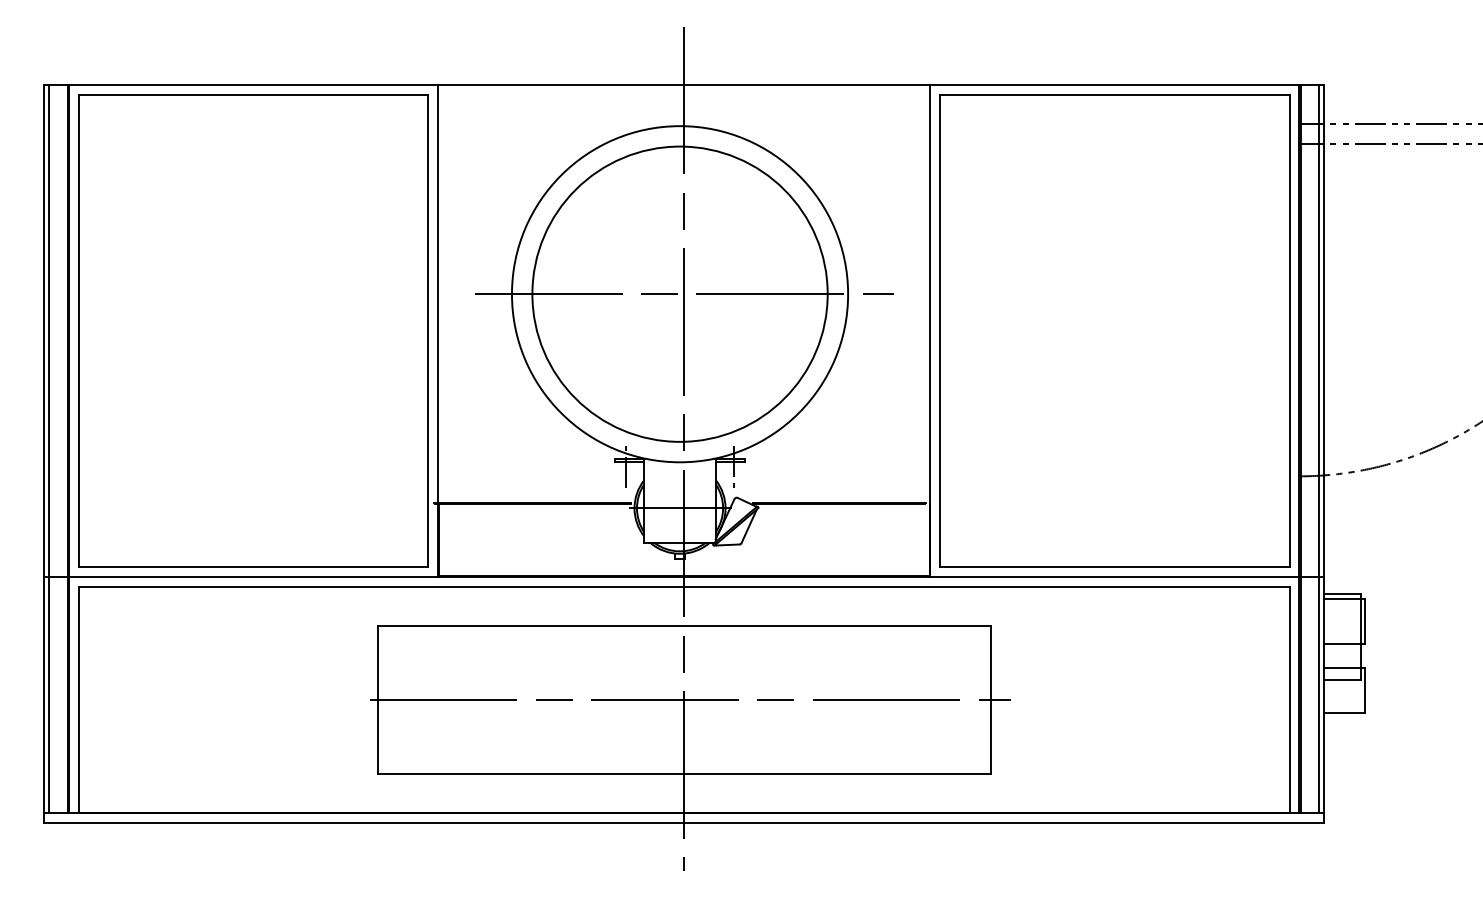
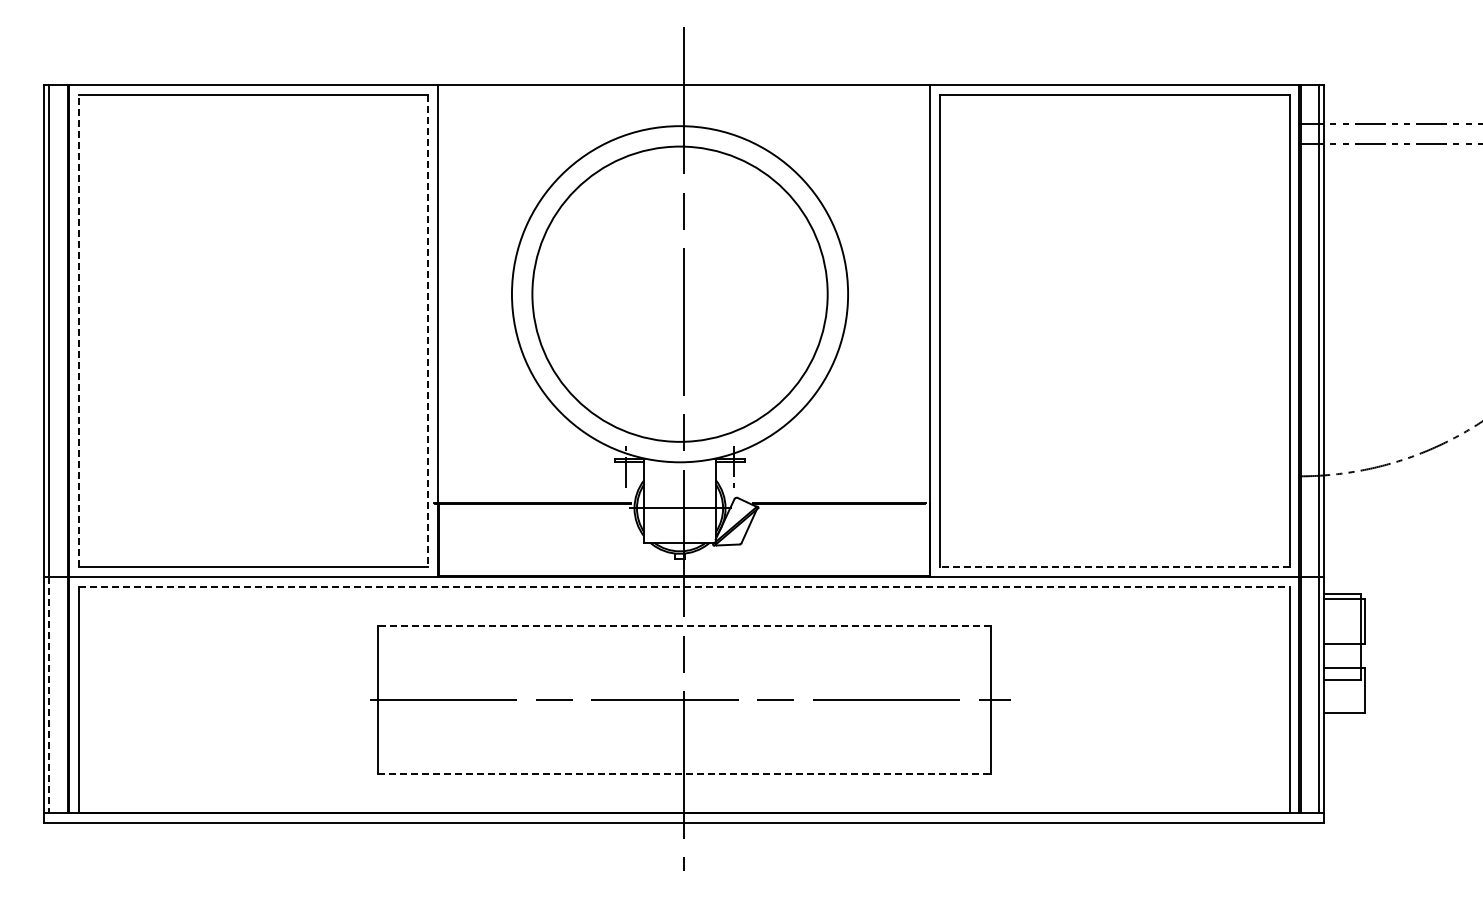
line at (684, 294): present -> none
line at (78, 330): solid -> dashed
line at (428, 331): solid -> dashed
line at (1114, 567): solid -> dashed
line at (684, 587): solid -> dashed
line at (683, 626): solid -> dashed
line at (49, 695): solid -> dashed
line at (684, 774): solid -> dashed
